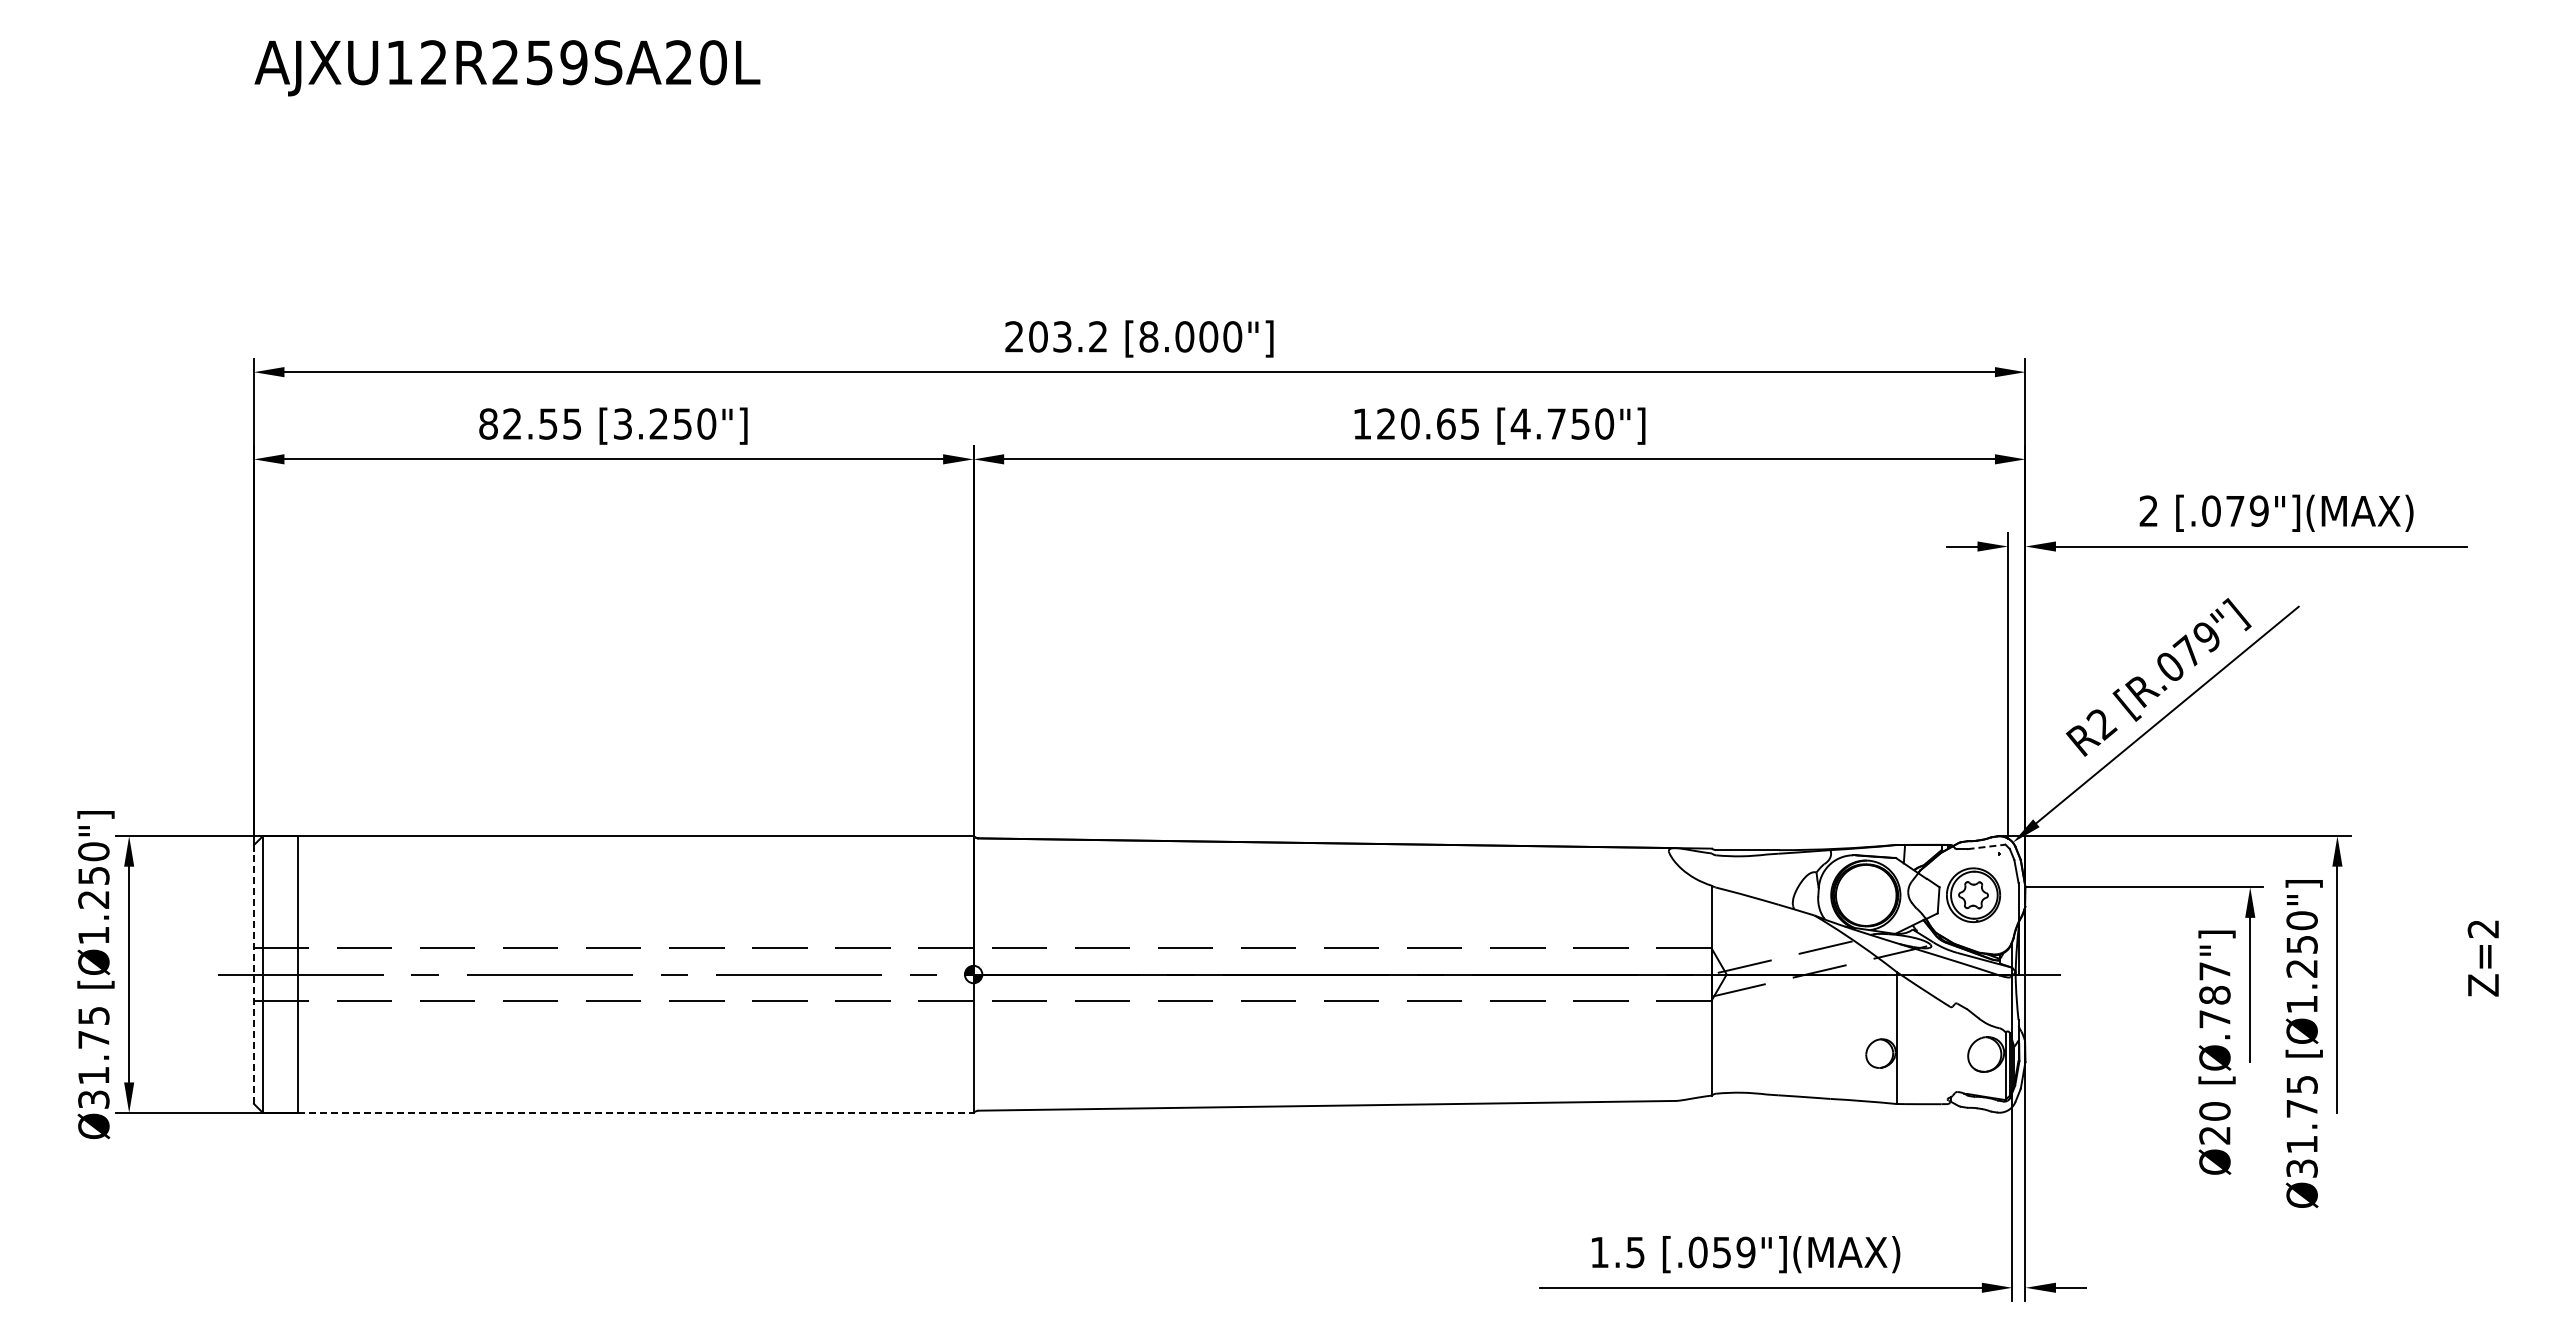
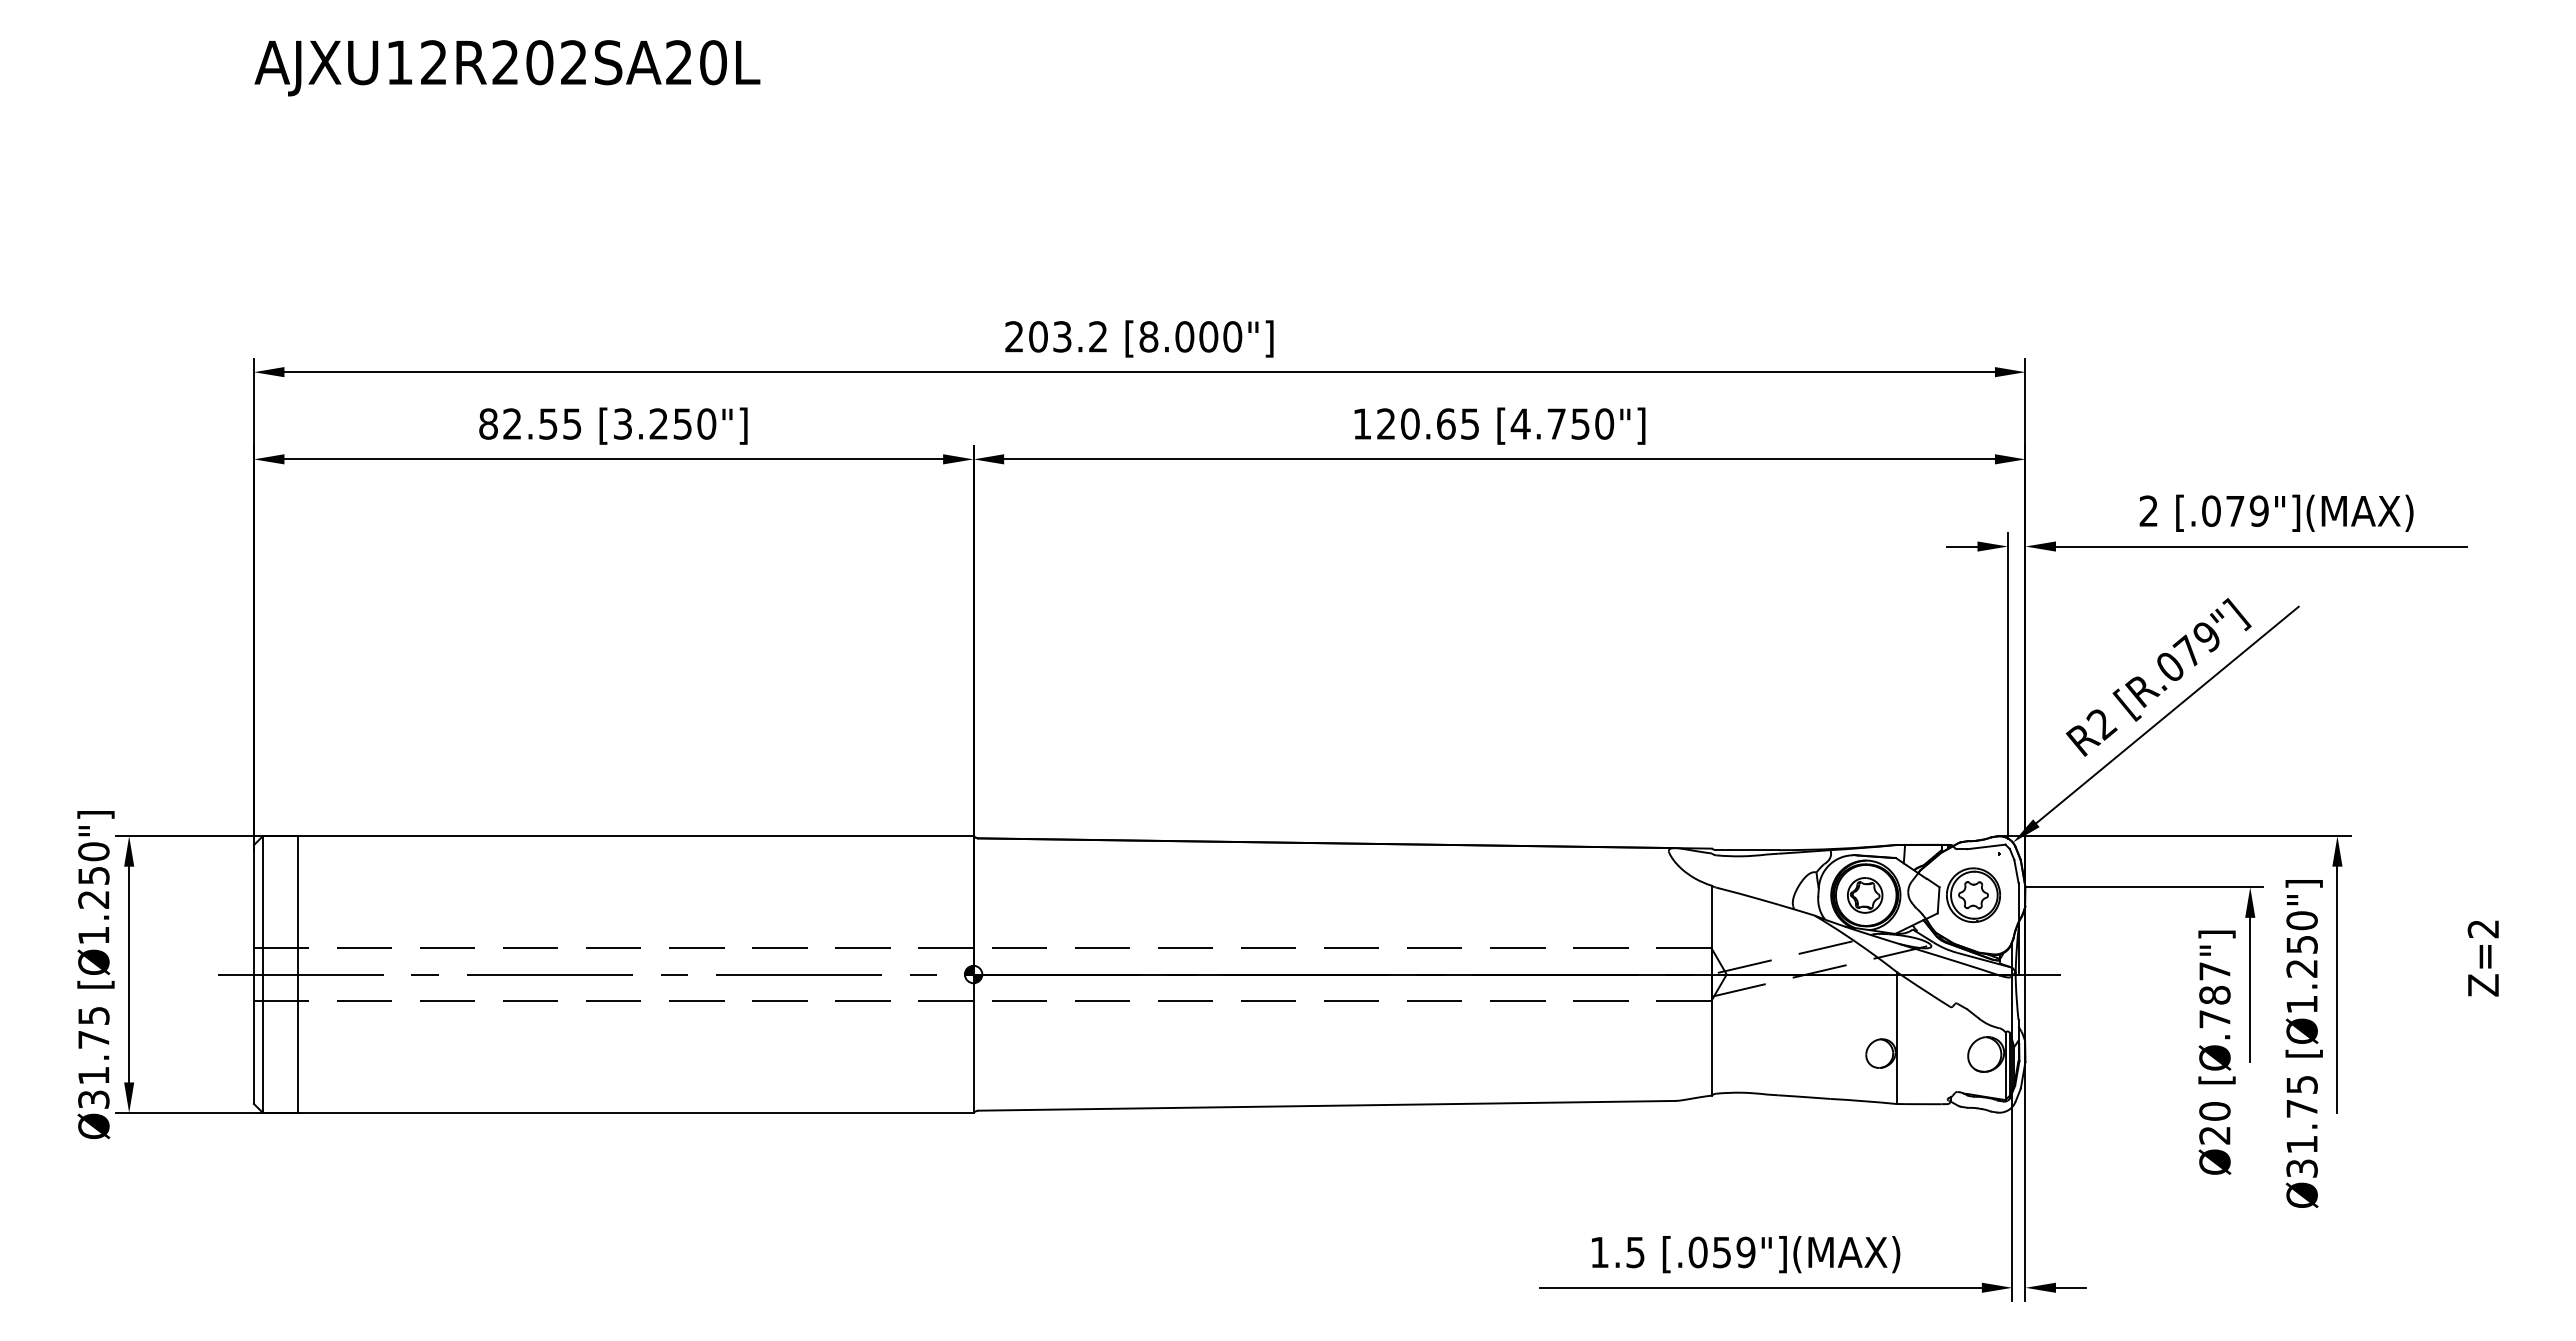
text at (556, 62): AJXU12R259SA20L -> AJXU12R202SA20L
line at (1987, 846): dashed -> solid
part at (1865, 895): none -> present
line at (253, 974): dashed -> solid
line at (636, 1112): dashed -> solid
